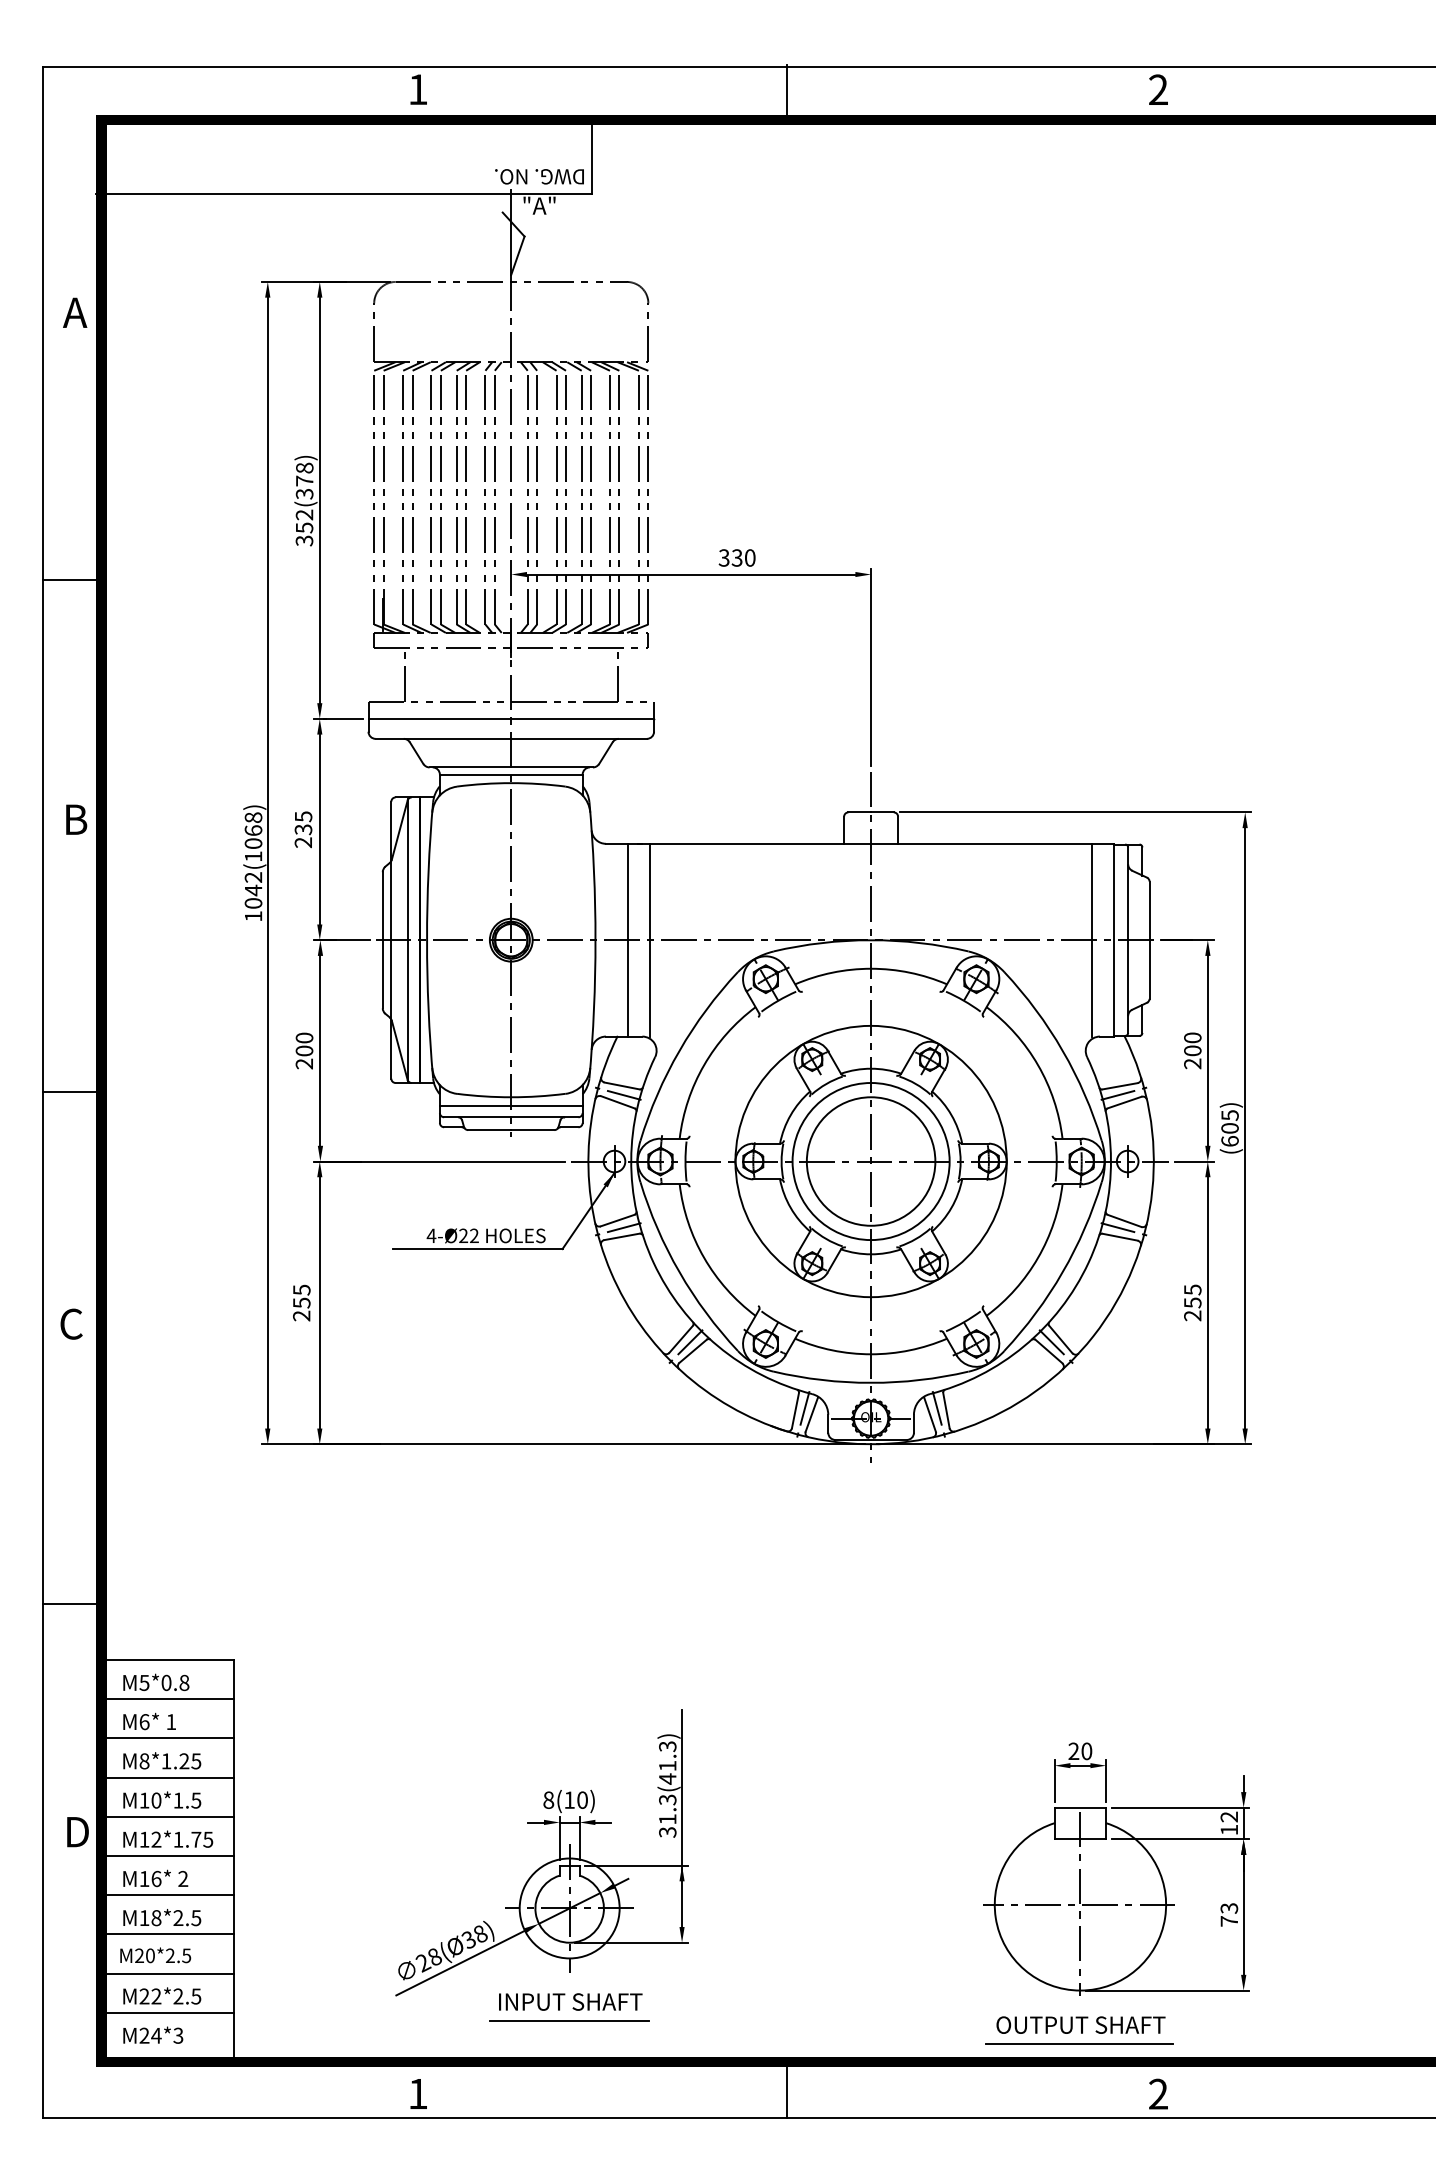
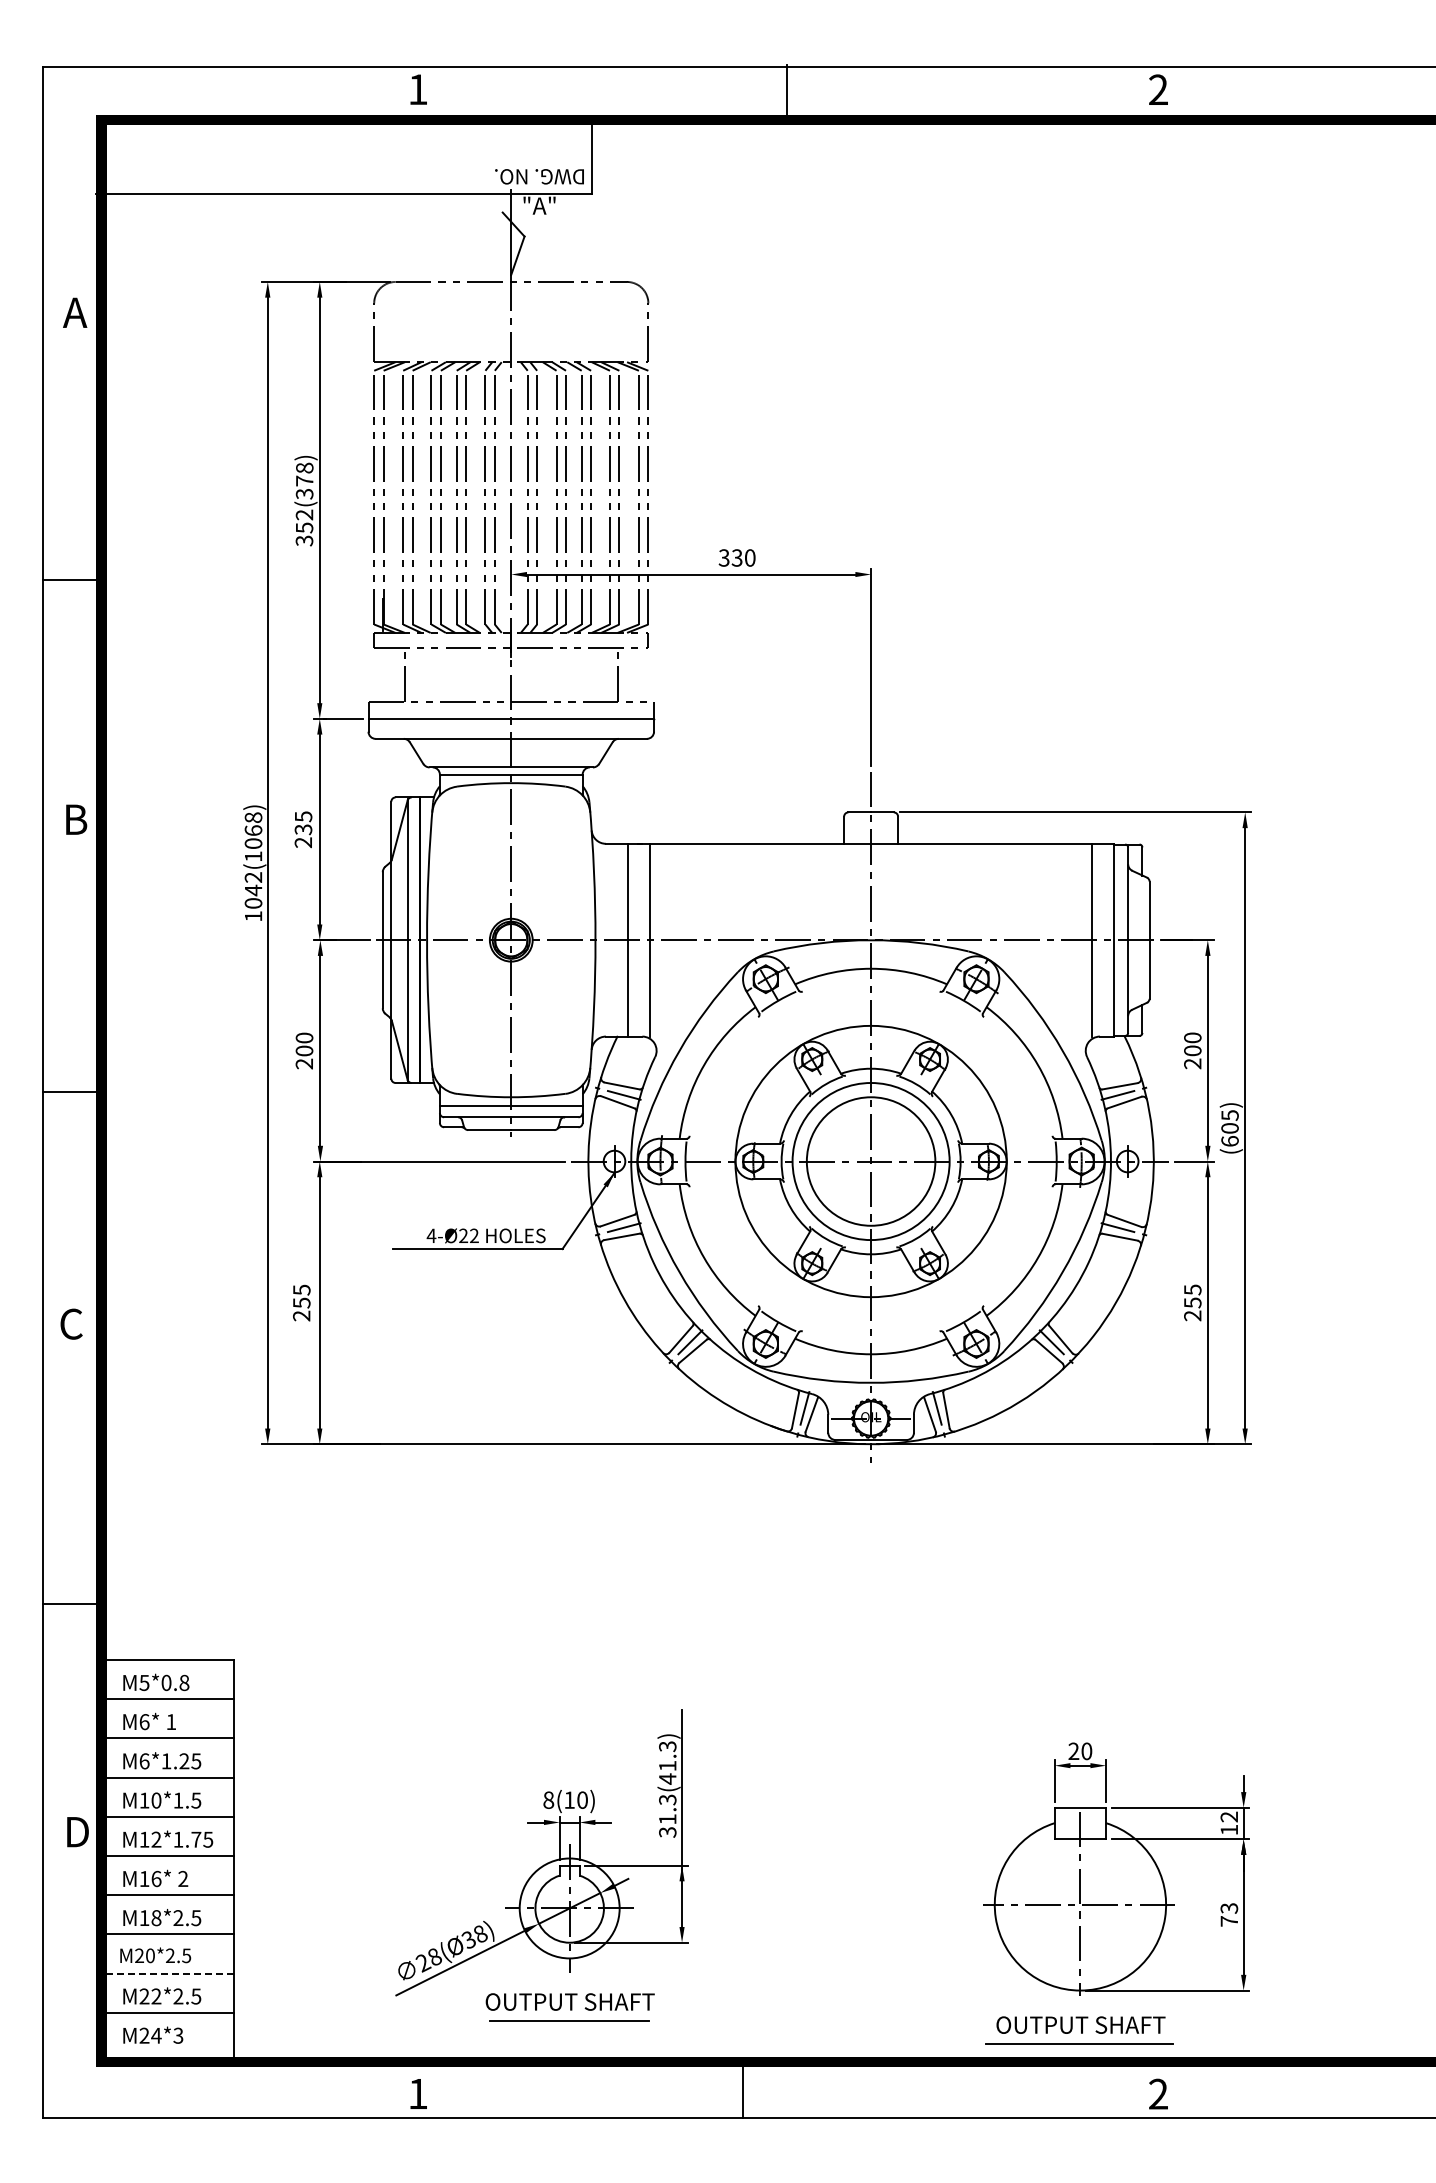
text at (144, 1761): M8*1.25 -> M6*1.25
line at (167, 1973): solid -> dashed
text at (569, 2001): INPUT SHAFT -> OUTPUT SHAFT
line at (787, 2090) position: (787, 2090) -> (743, 2090)
